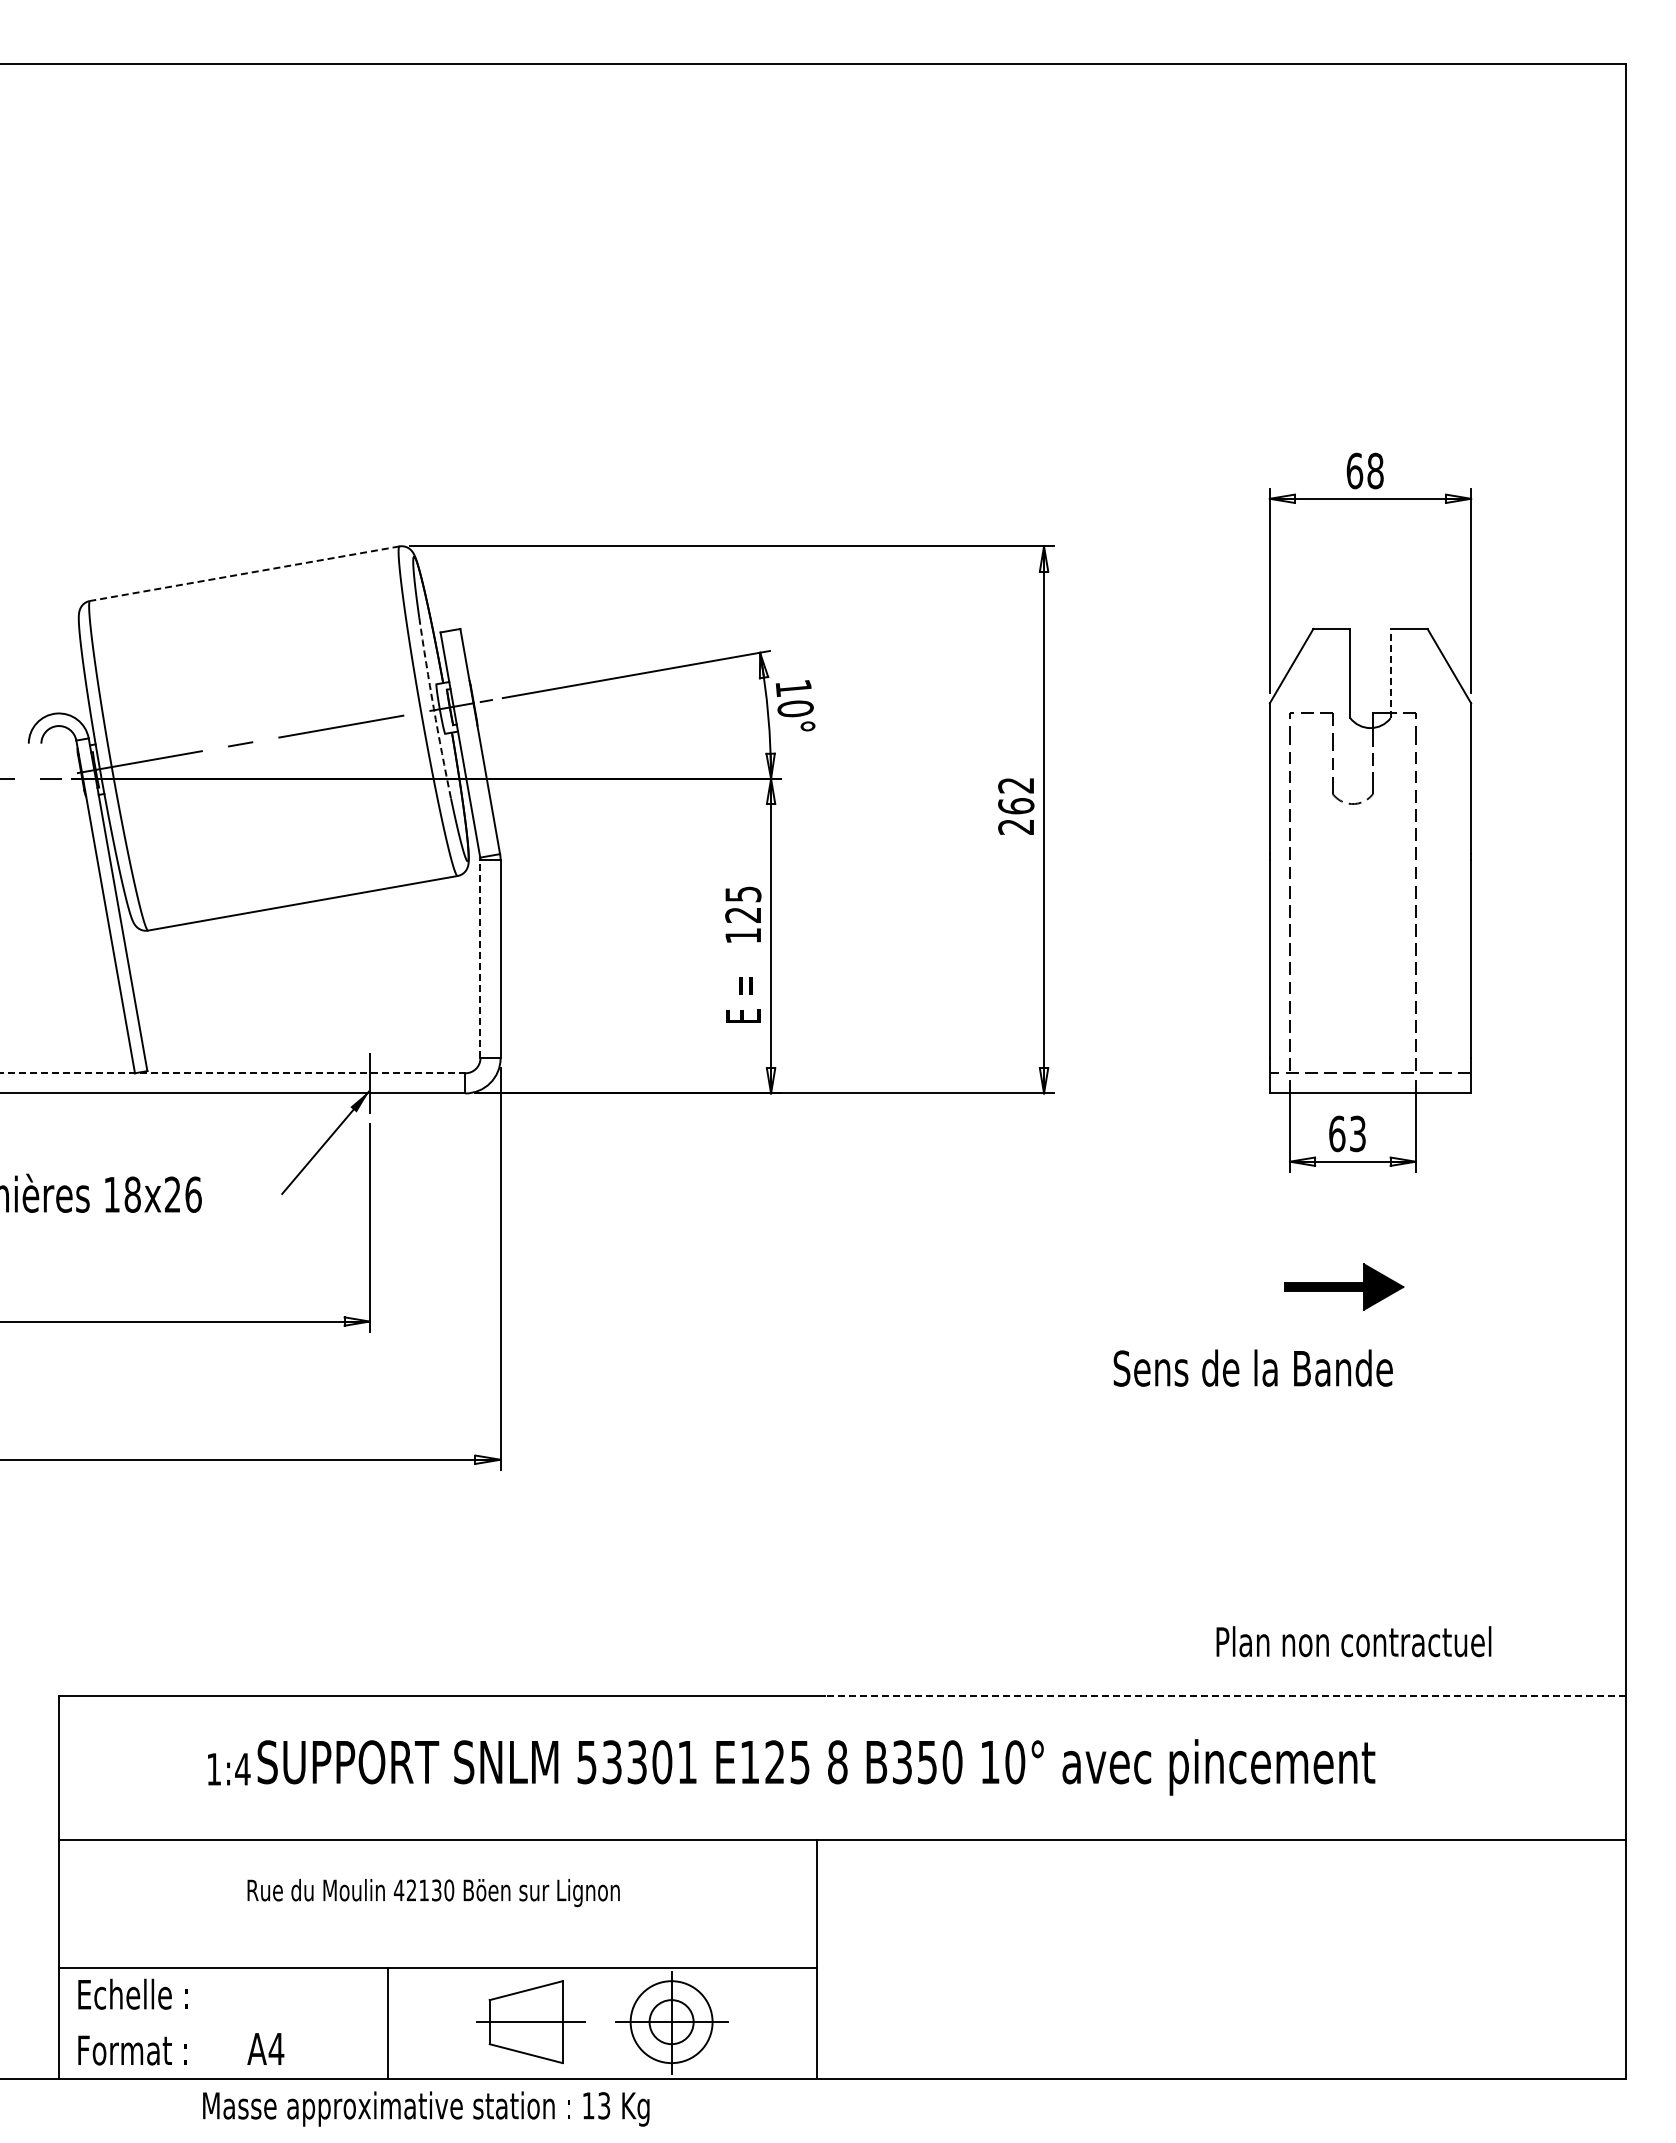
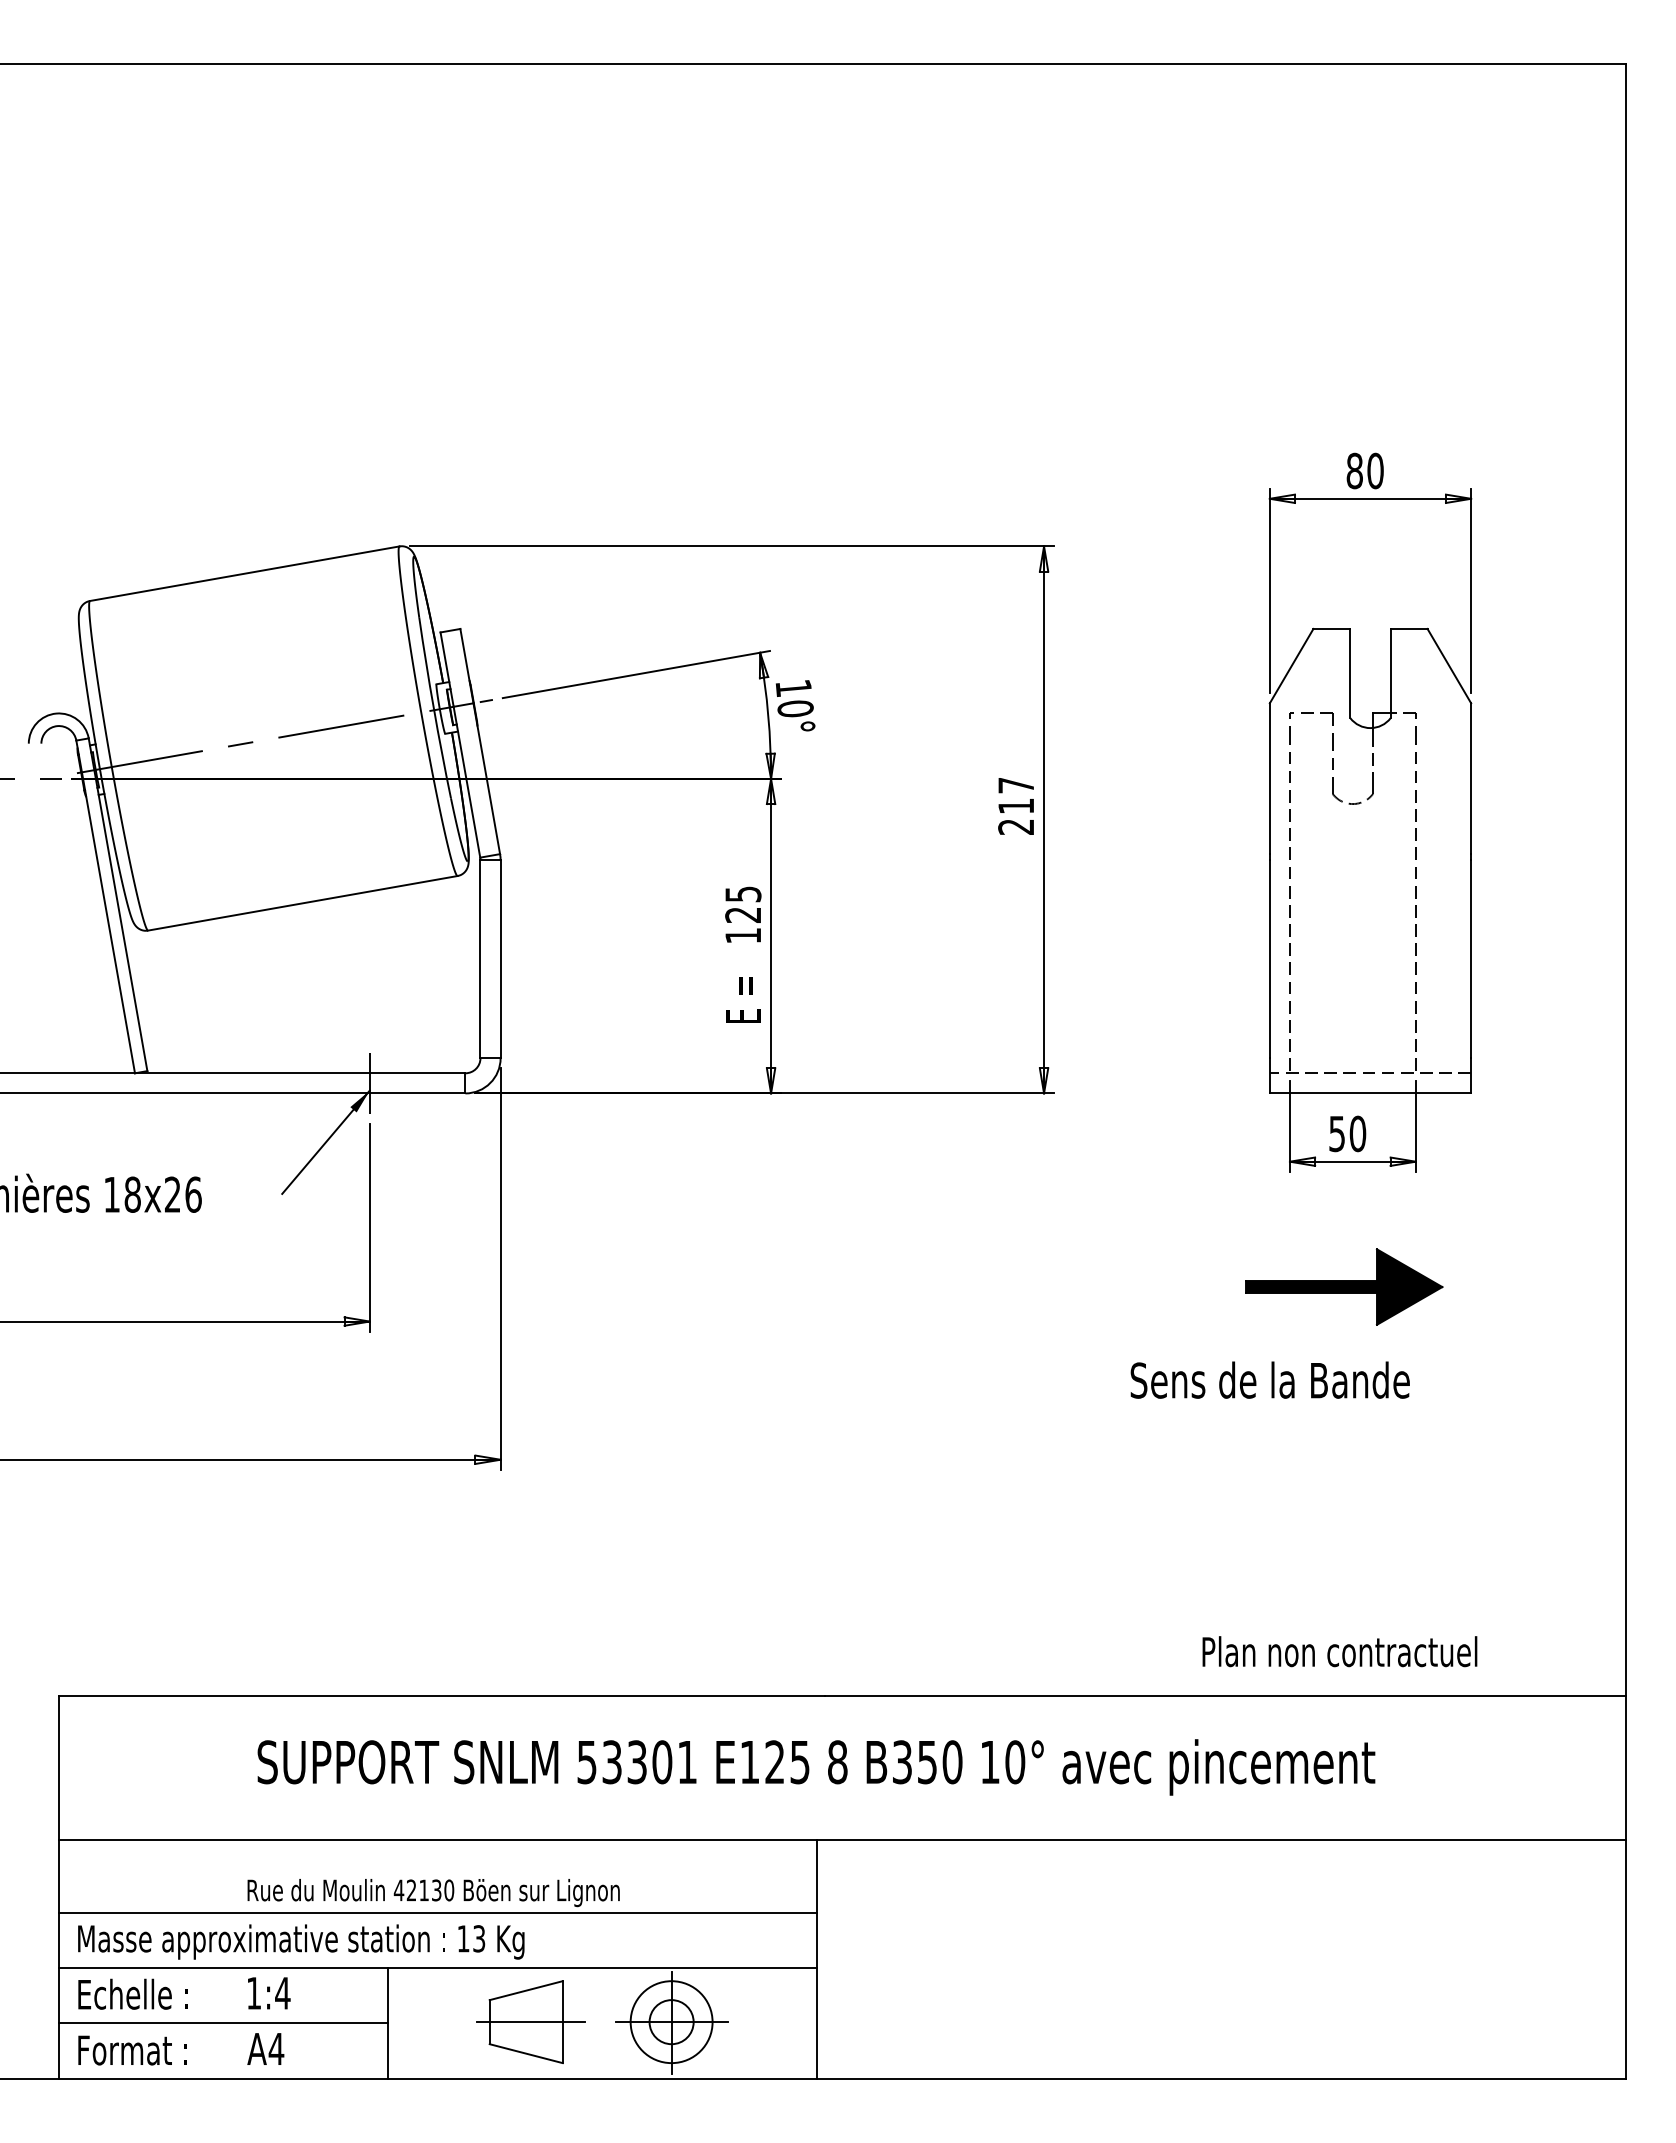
text at (1364, 470): 68 -> 80
line at (244, 573): dashed -> solid
line at (1390, 673): dashed -> solid
arc at (433, 708): dashed -> solid
text at (1016, 796): 262 -> 217
line at (480, 959): dashed -> solid
line at (233, 1073): dashed -> solid
text at (1347, 1133): 63 -> 50
part at (1344, 1286) size: 121x48 px -> 199x78 px
text at (1252, 1367) position: (1252, 1367) -> (1269, 1379)
text at (1353, 1641) position: (1353, 1641) -> (1339, 1651)
line at (1224, 1696): dashed -> solid
text at (229, 1769) position: (229, 1769) -> (269, 1993)
line at (438, 1912): none -> present
line at (223, 2023): none -> present
text at (426, 2108) position: (426, 2108) -> (301, 1941)
